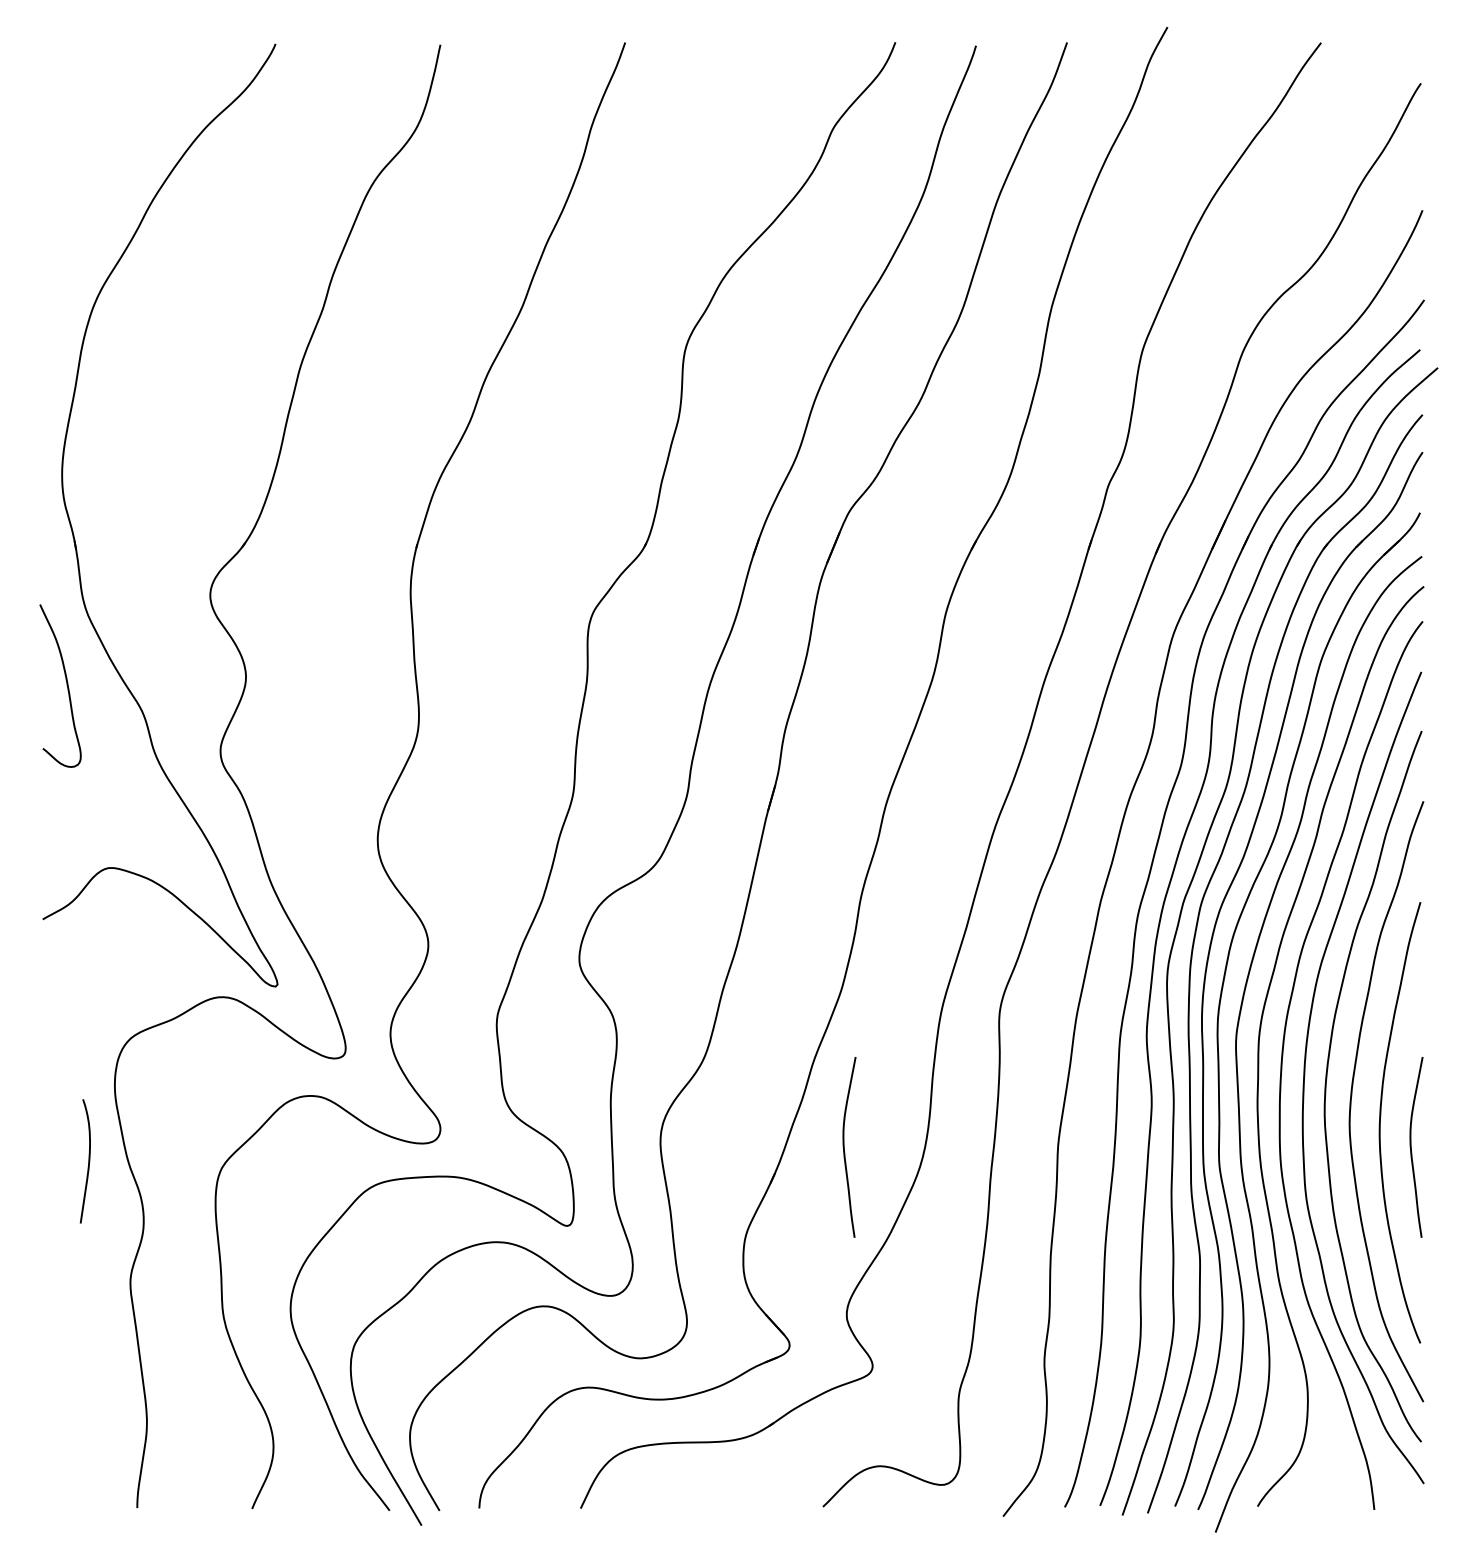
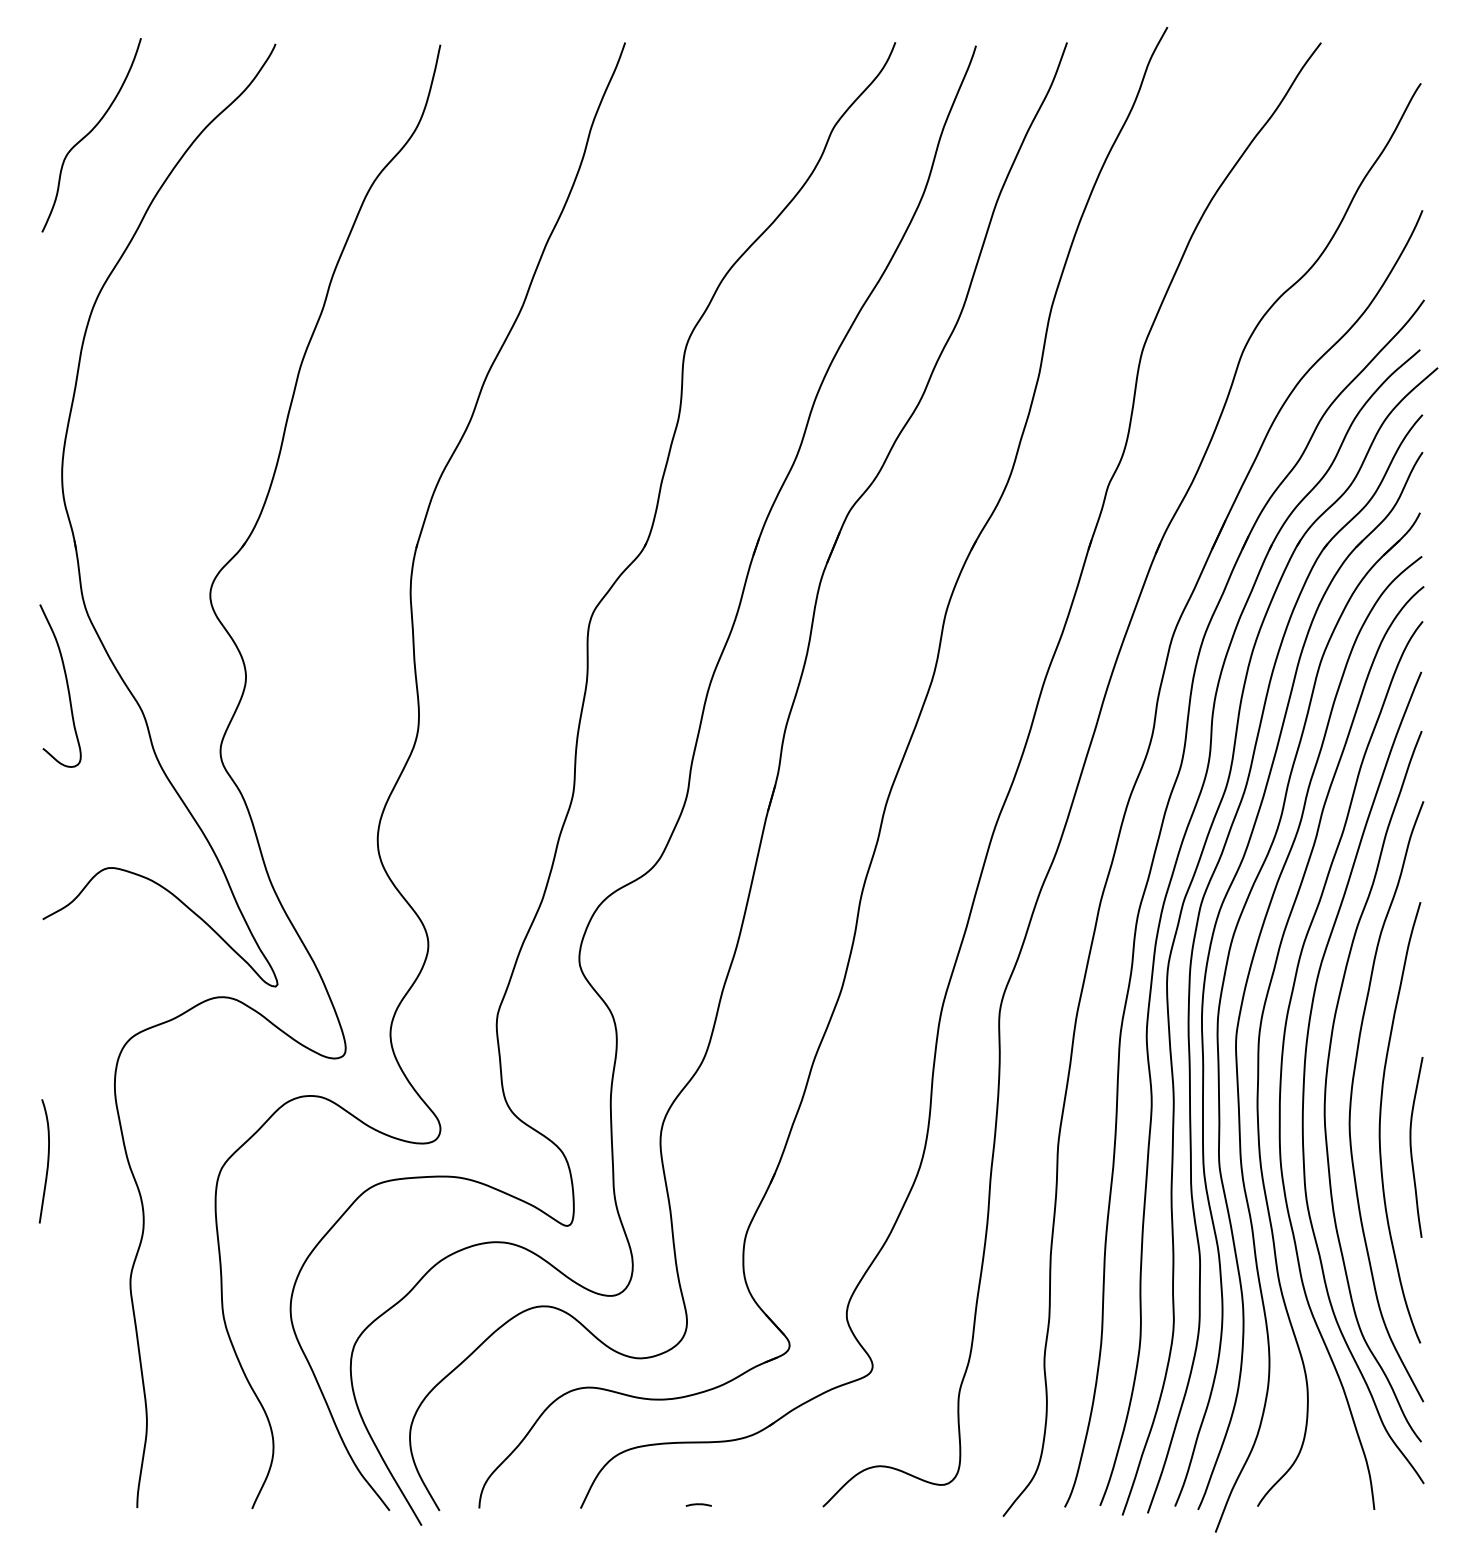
curve at (90, 133): none -> present
curve at (844, 1147): present -> none
curve at (88, 1161) position: (88, 1161) -> (47, 1161)
line at (698, 1504): none -> present
